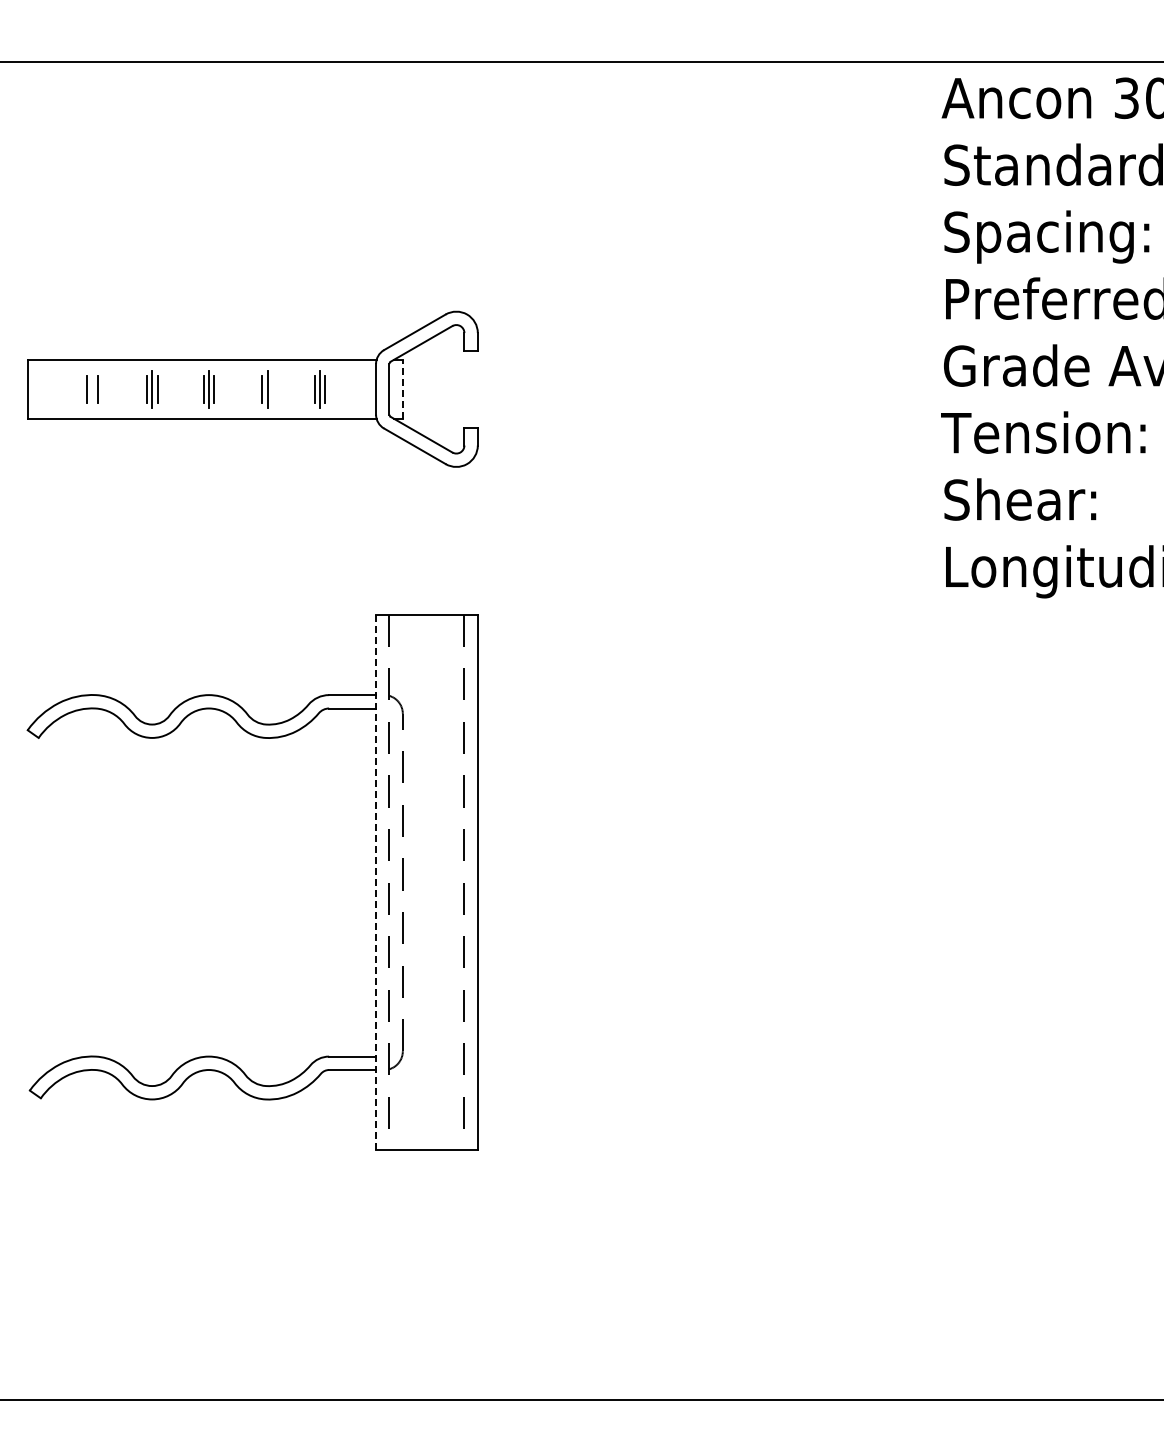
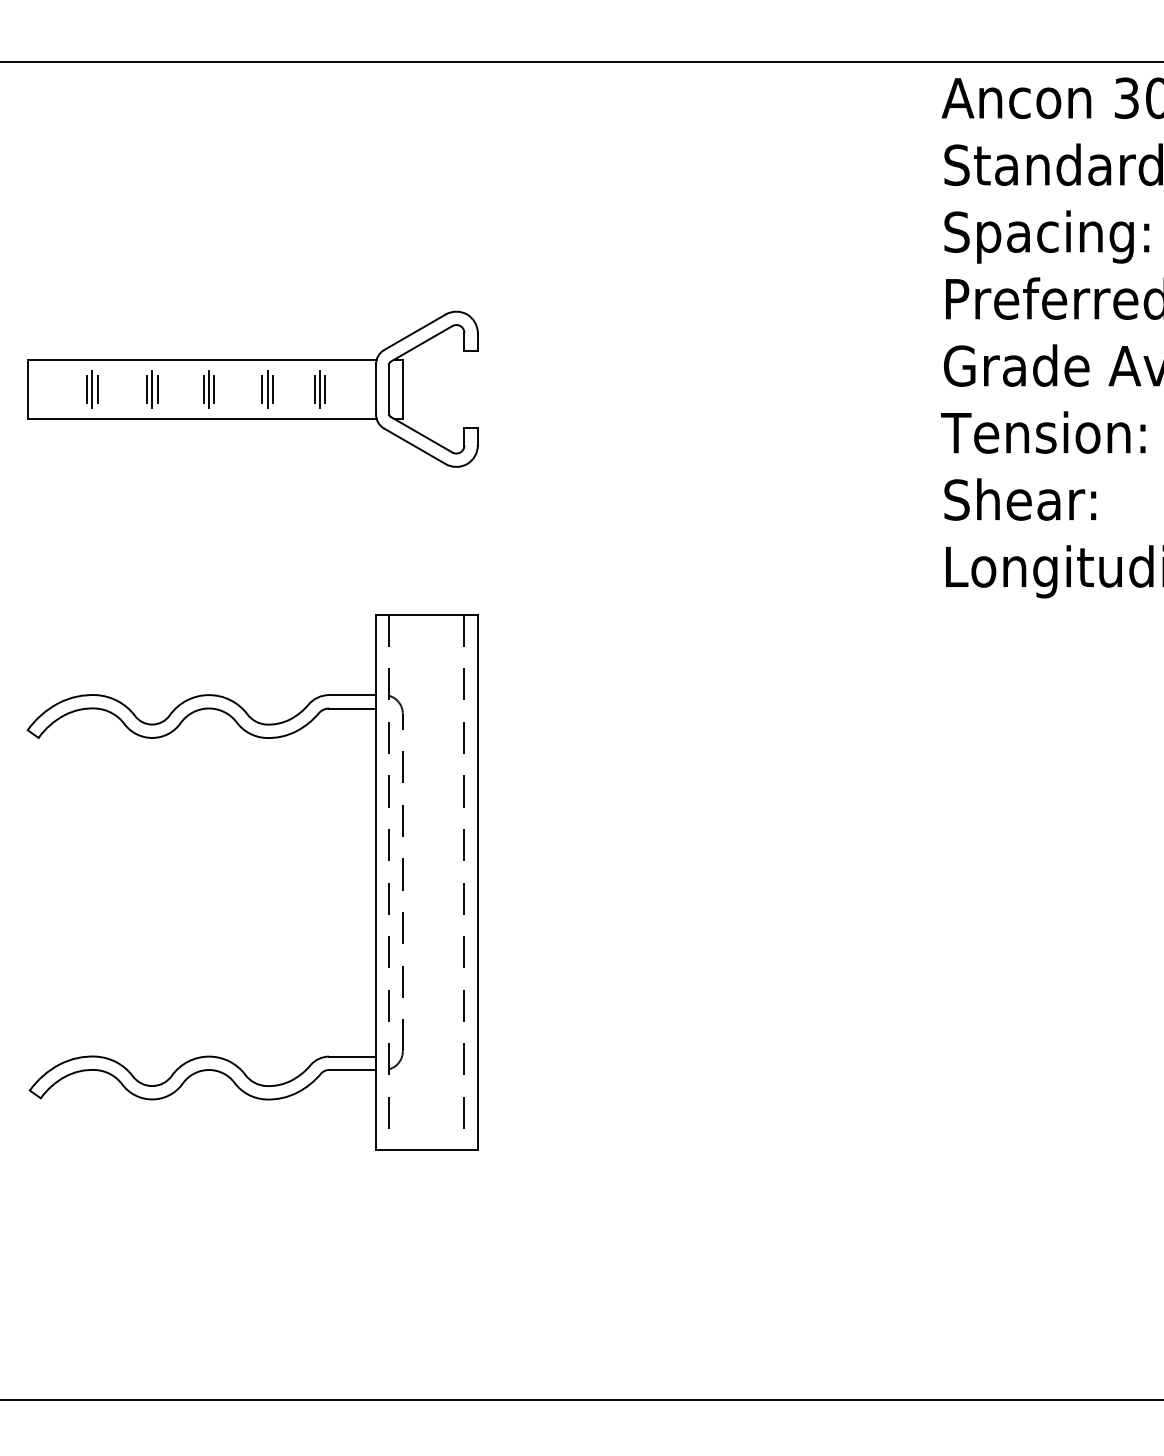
line at (273, 388): none -> present
line at (402, 388): dashed -> solid
line at (92, 389): none -> present
line at (376, 882): dashed -> solid
